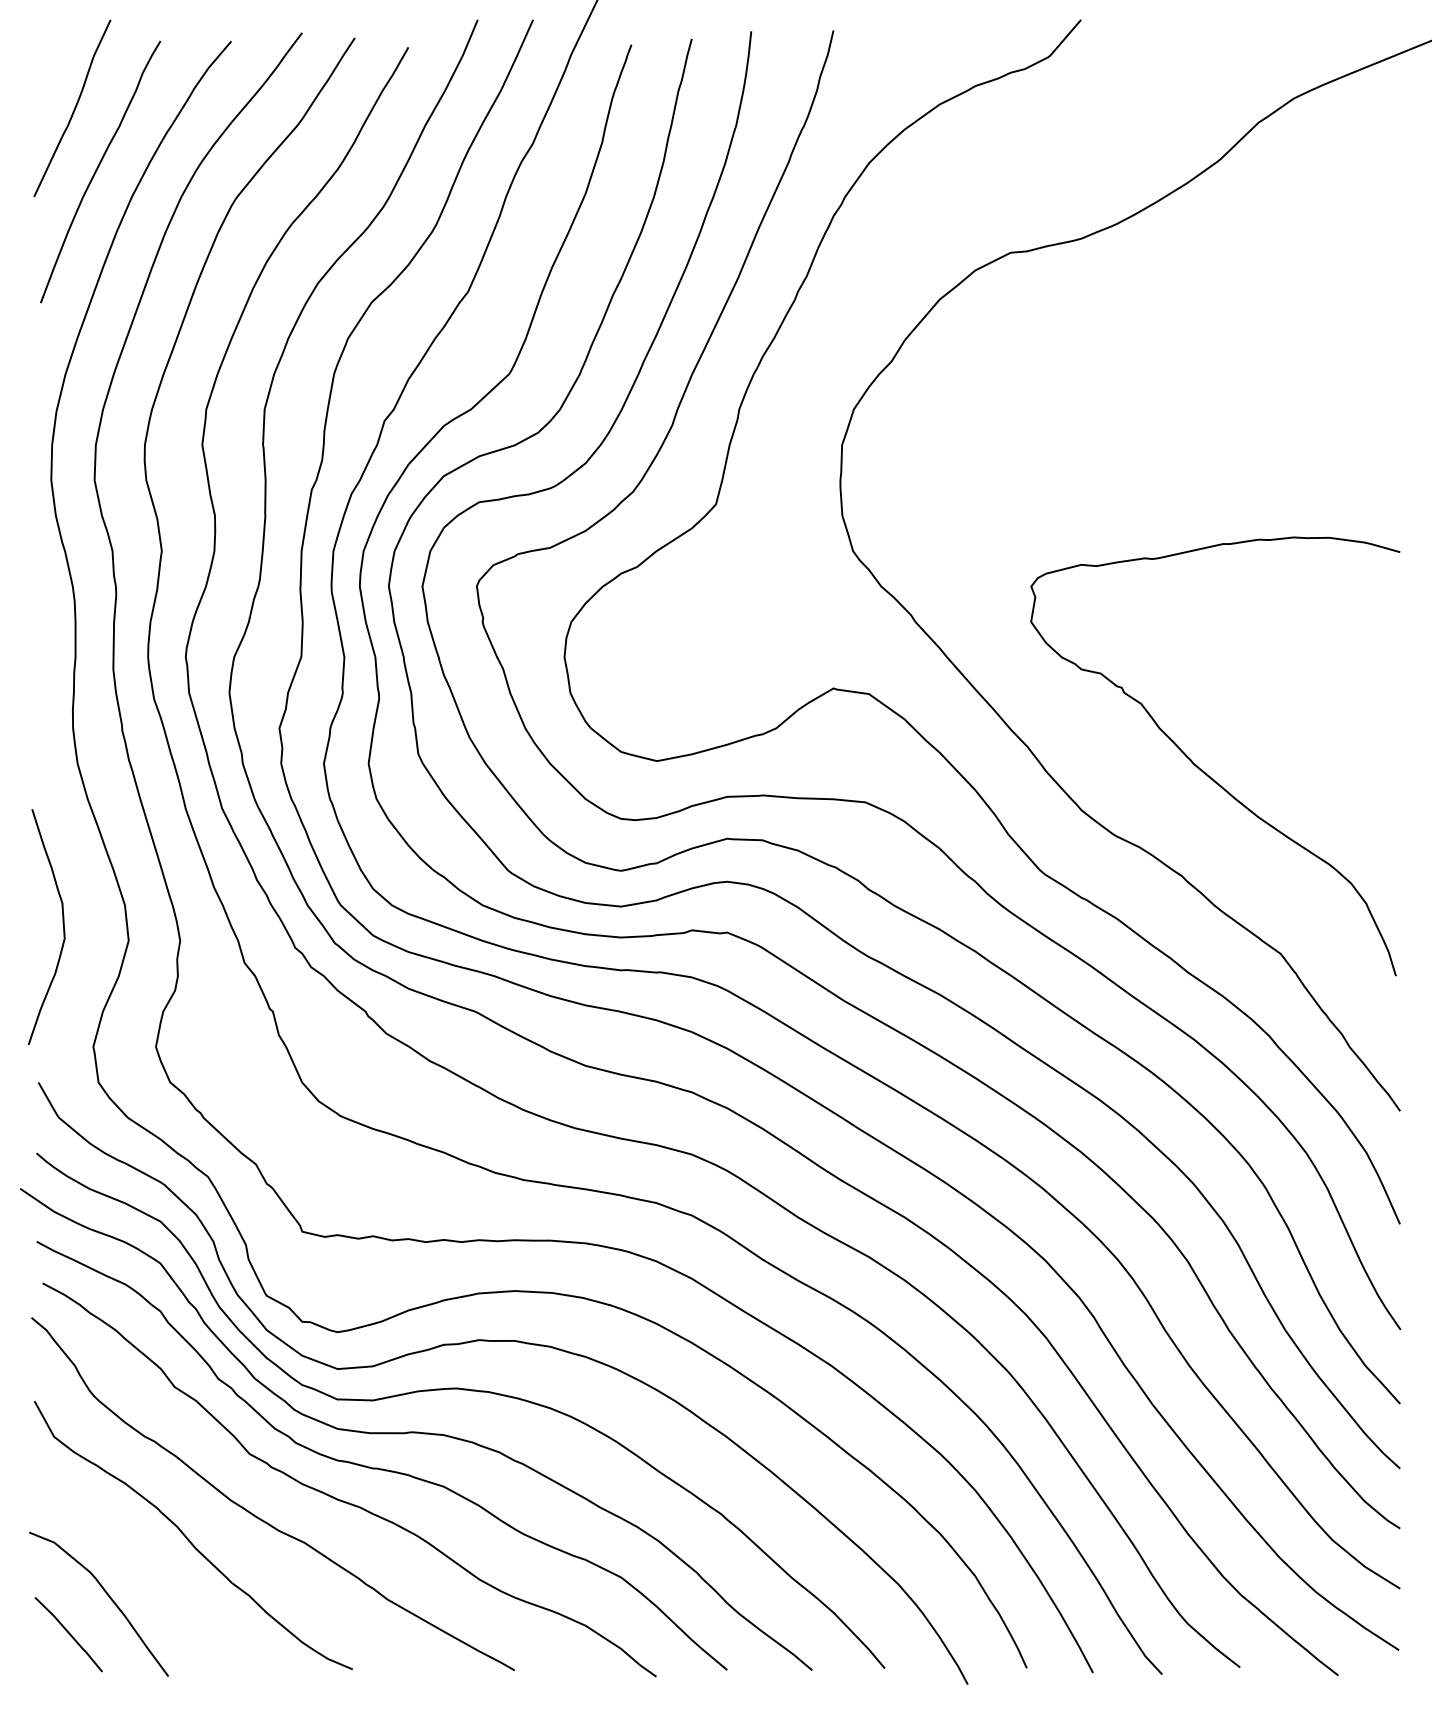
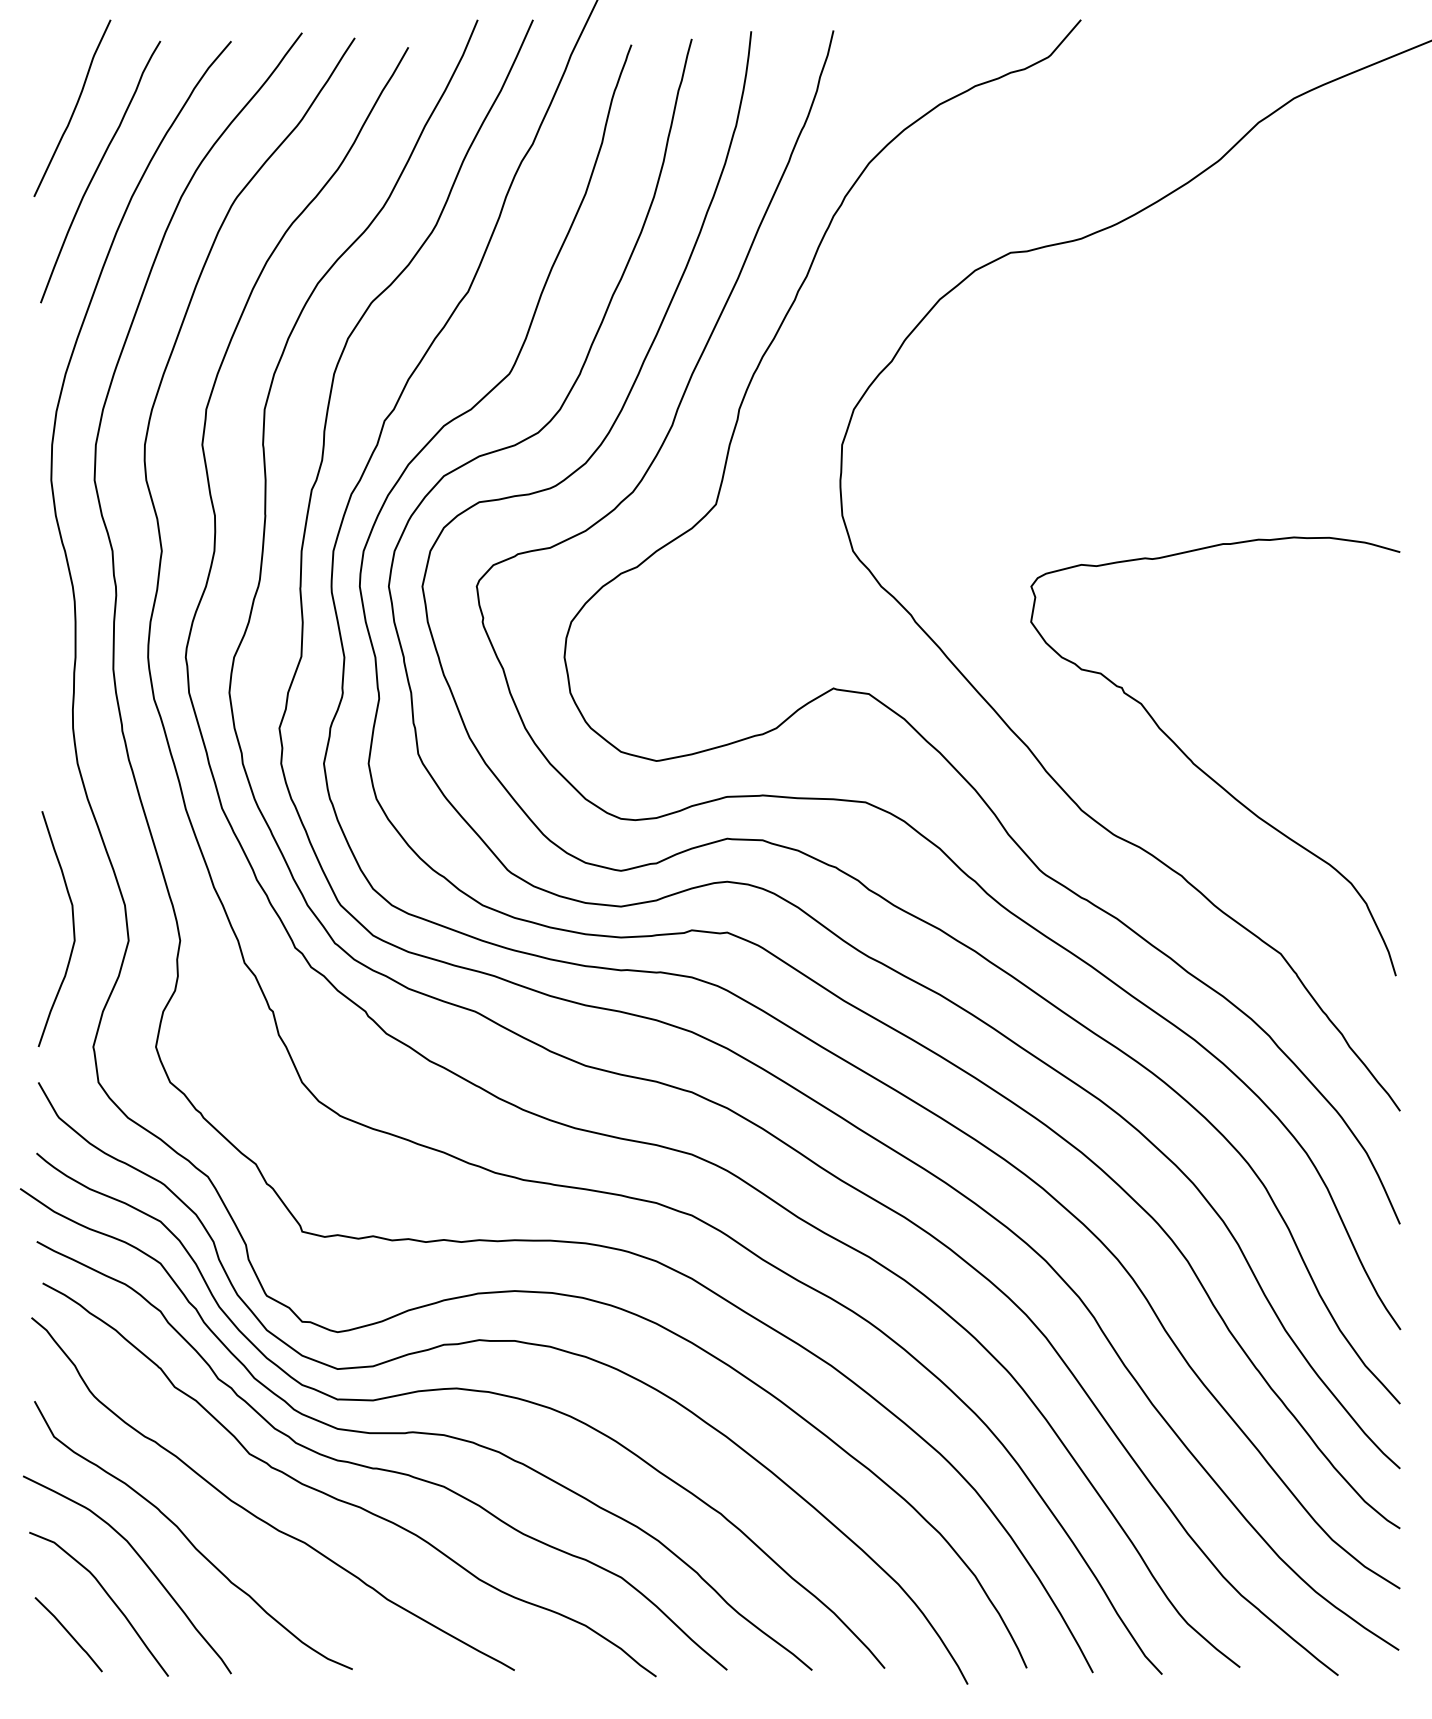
curve at (62, 924) position: (62, 924) -> (72, 926)
curve at (141, 1560): none -> present
